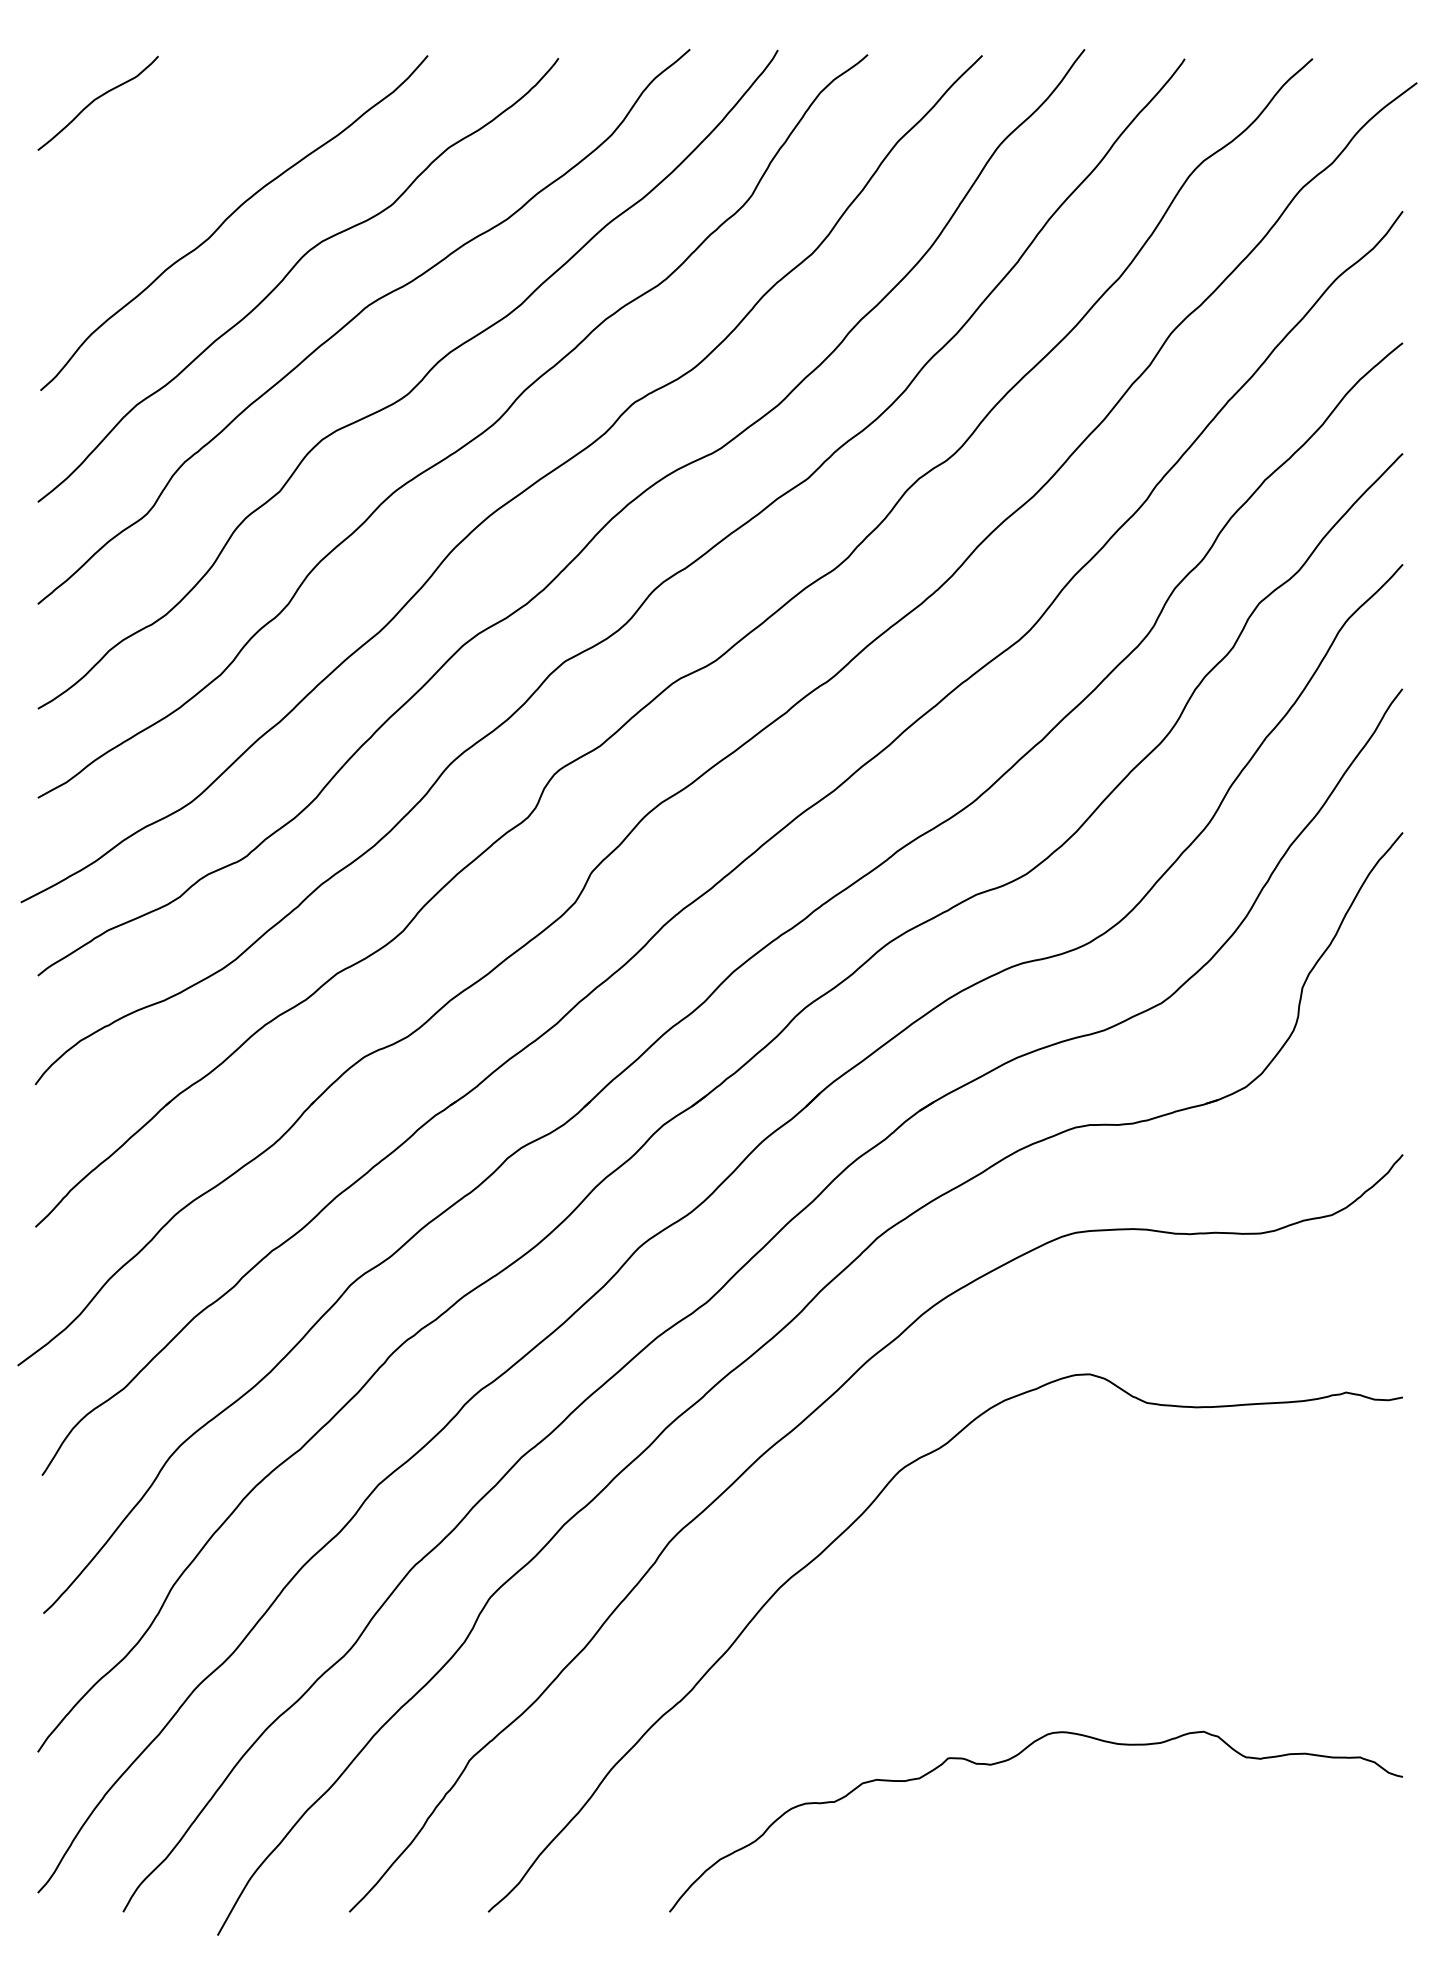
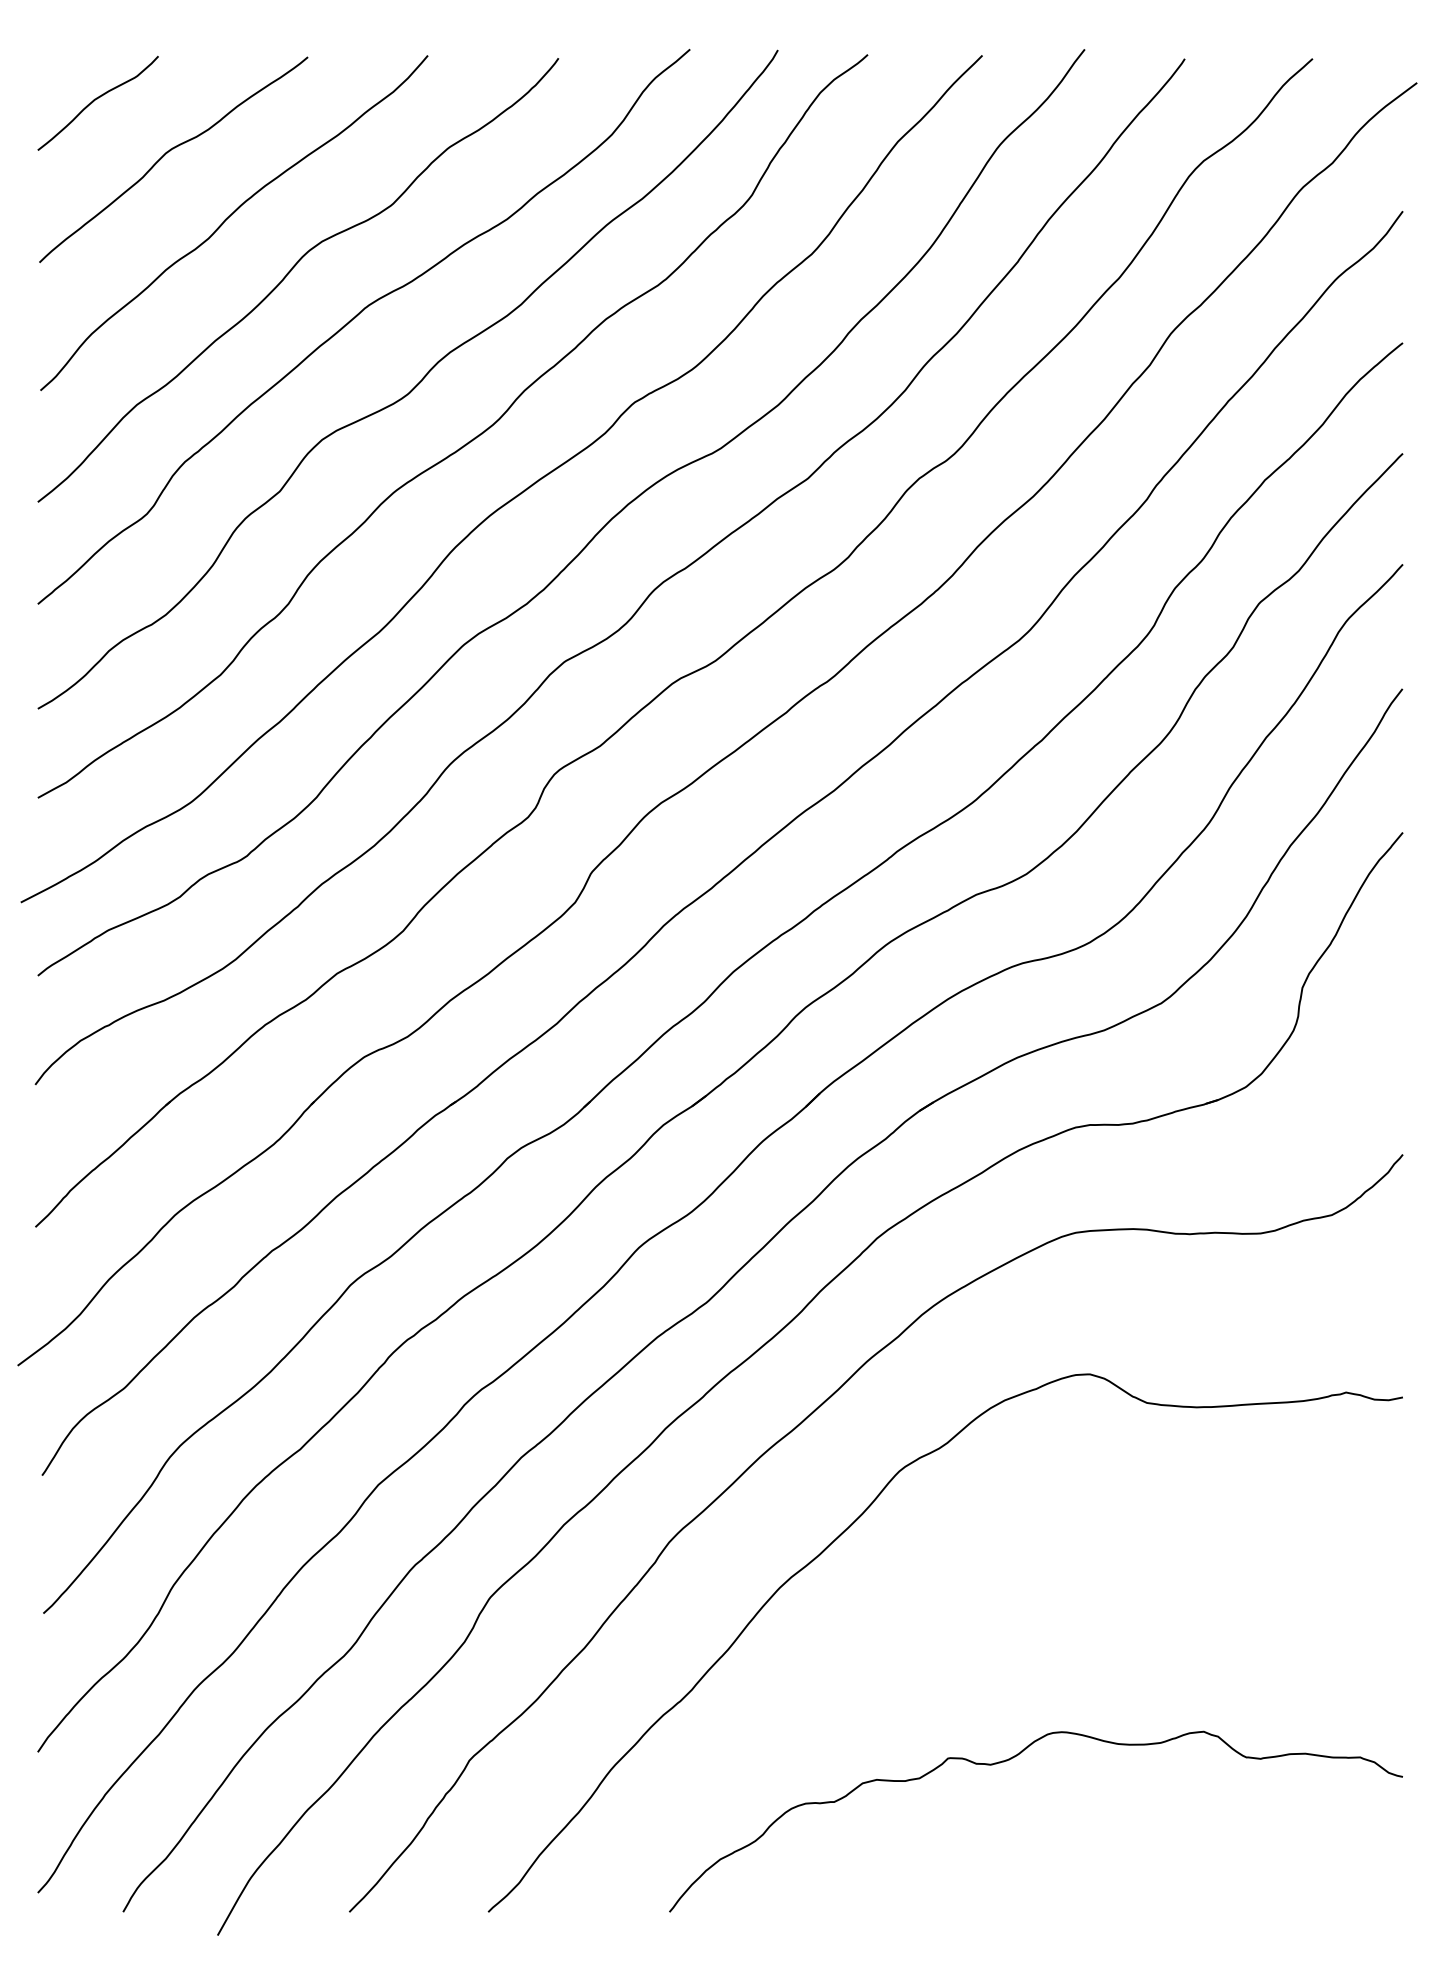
curve at (167, 153): none -> present
